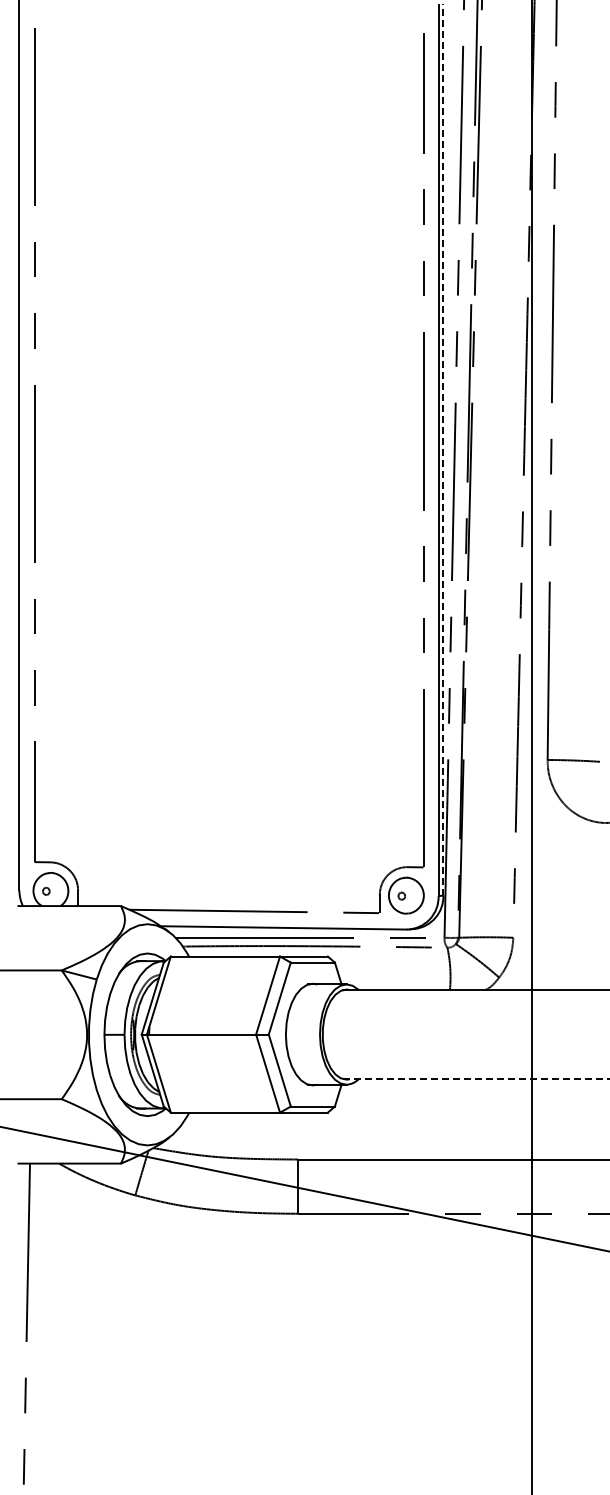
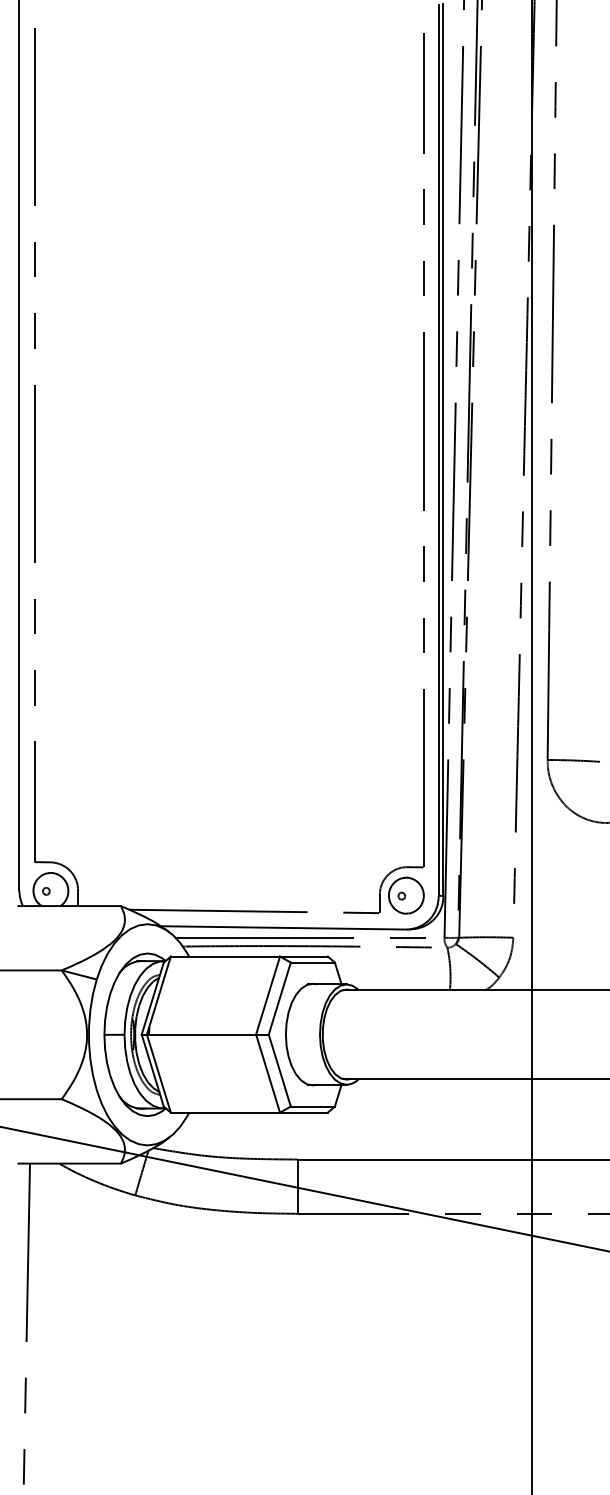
line at (443, 449): dashed -> solid
line at (476, 1079): dashed -> solid
